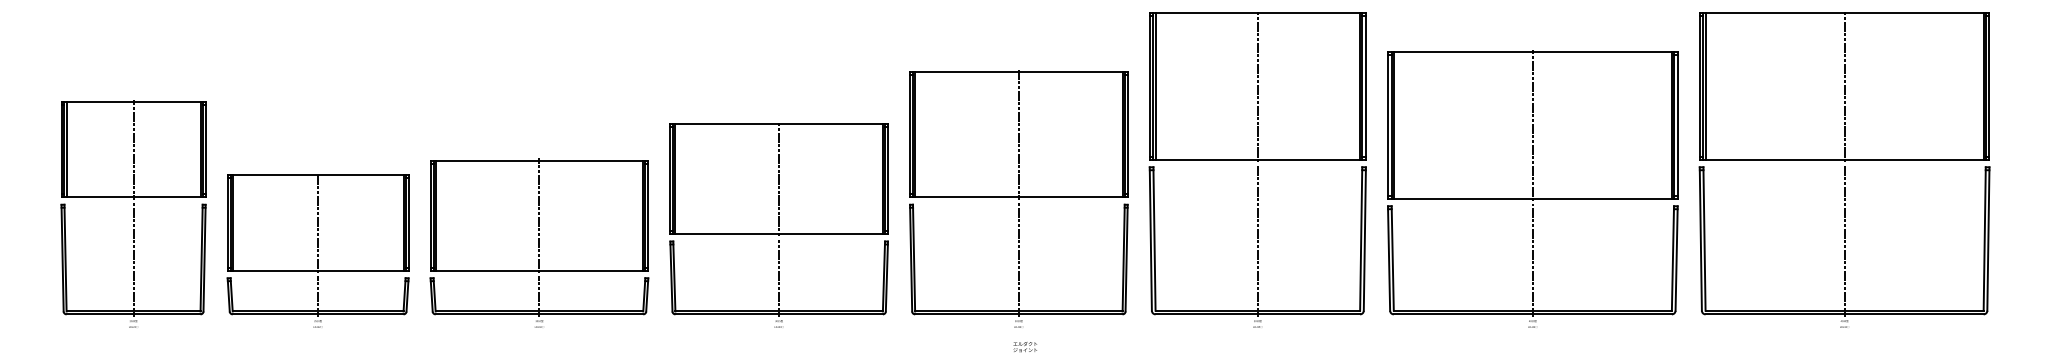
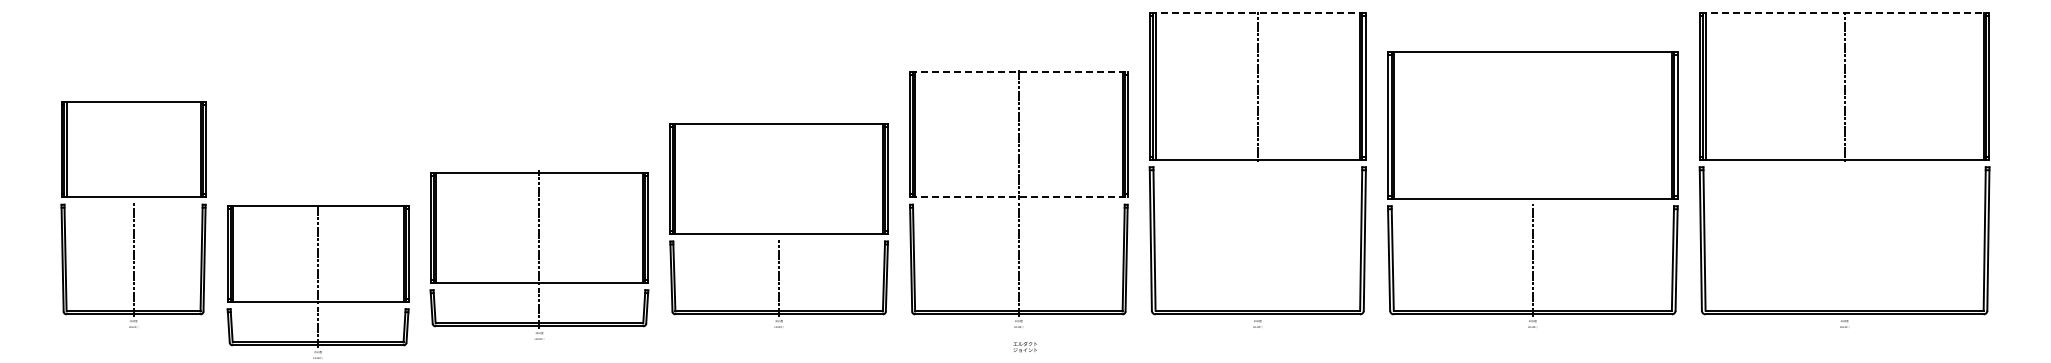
line at (1258, 12): solid -> dashed
line at (1844, 12): solid -> dashed
line at (1018, 72): solid -> dashed
line at (1532, 125): present -> none
line at (133, 149): present -> none
line at (779, 178): present -> none
line at (1018, 197): solid -> dashed
line at (1257, 240): present -> none
line at (1844, 240): present -> none
part at (539, 242) position: (539, 242) -> (539, 254)
part at (317, 250) position: (317, 250) -> (317, 281)
